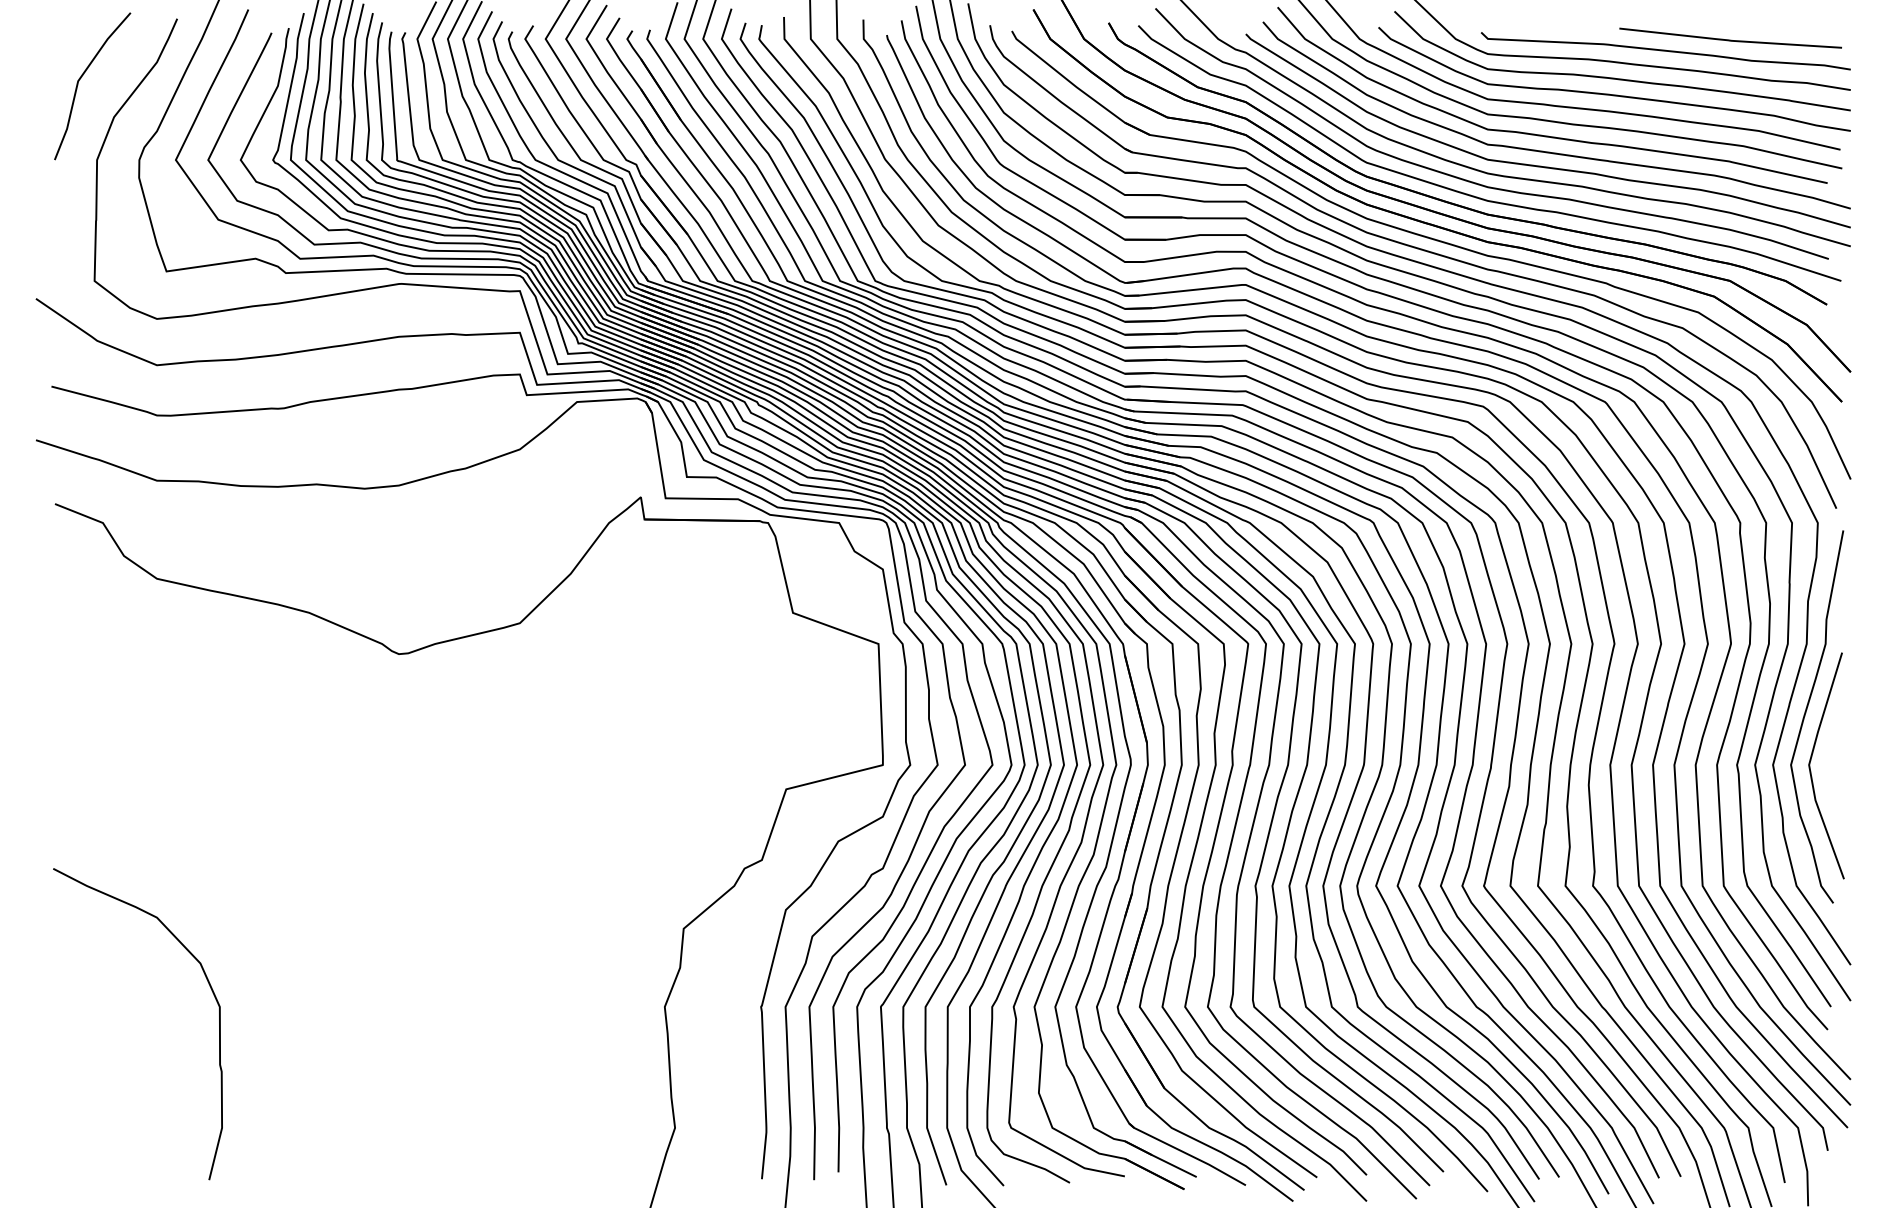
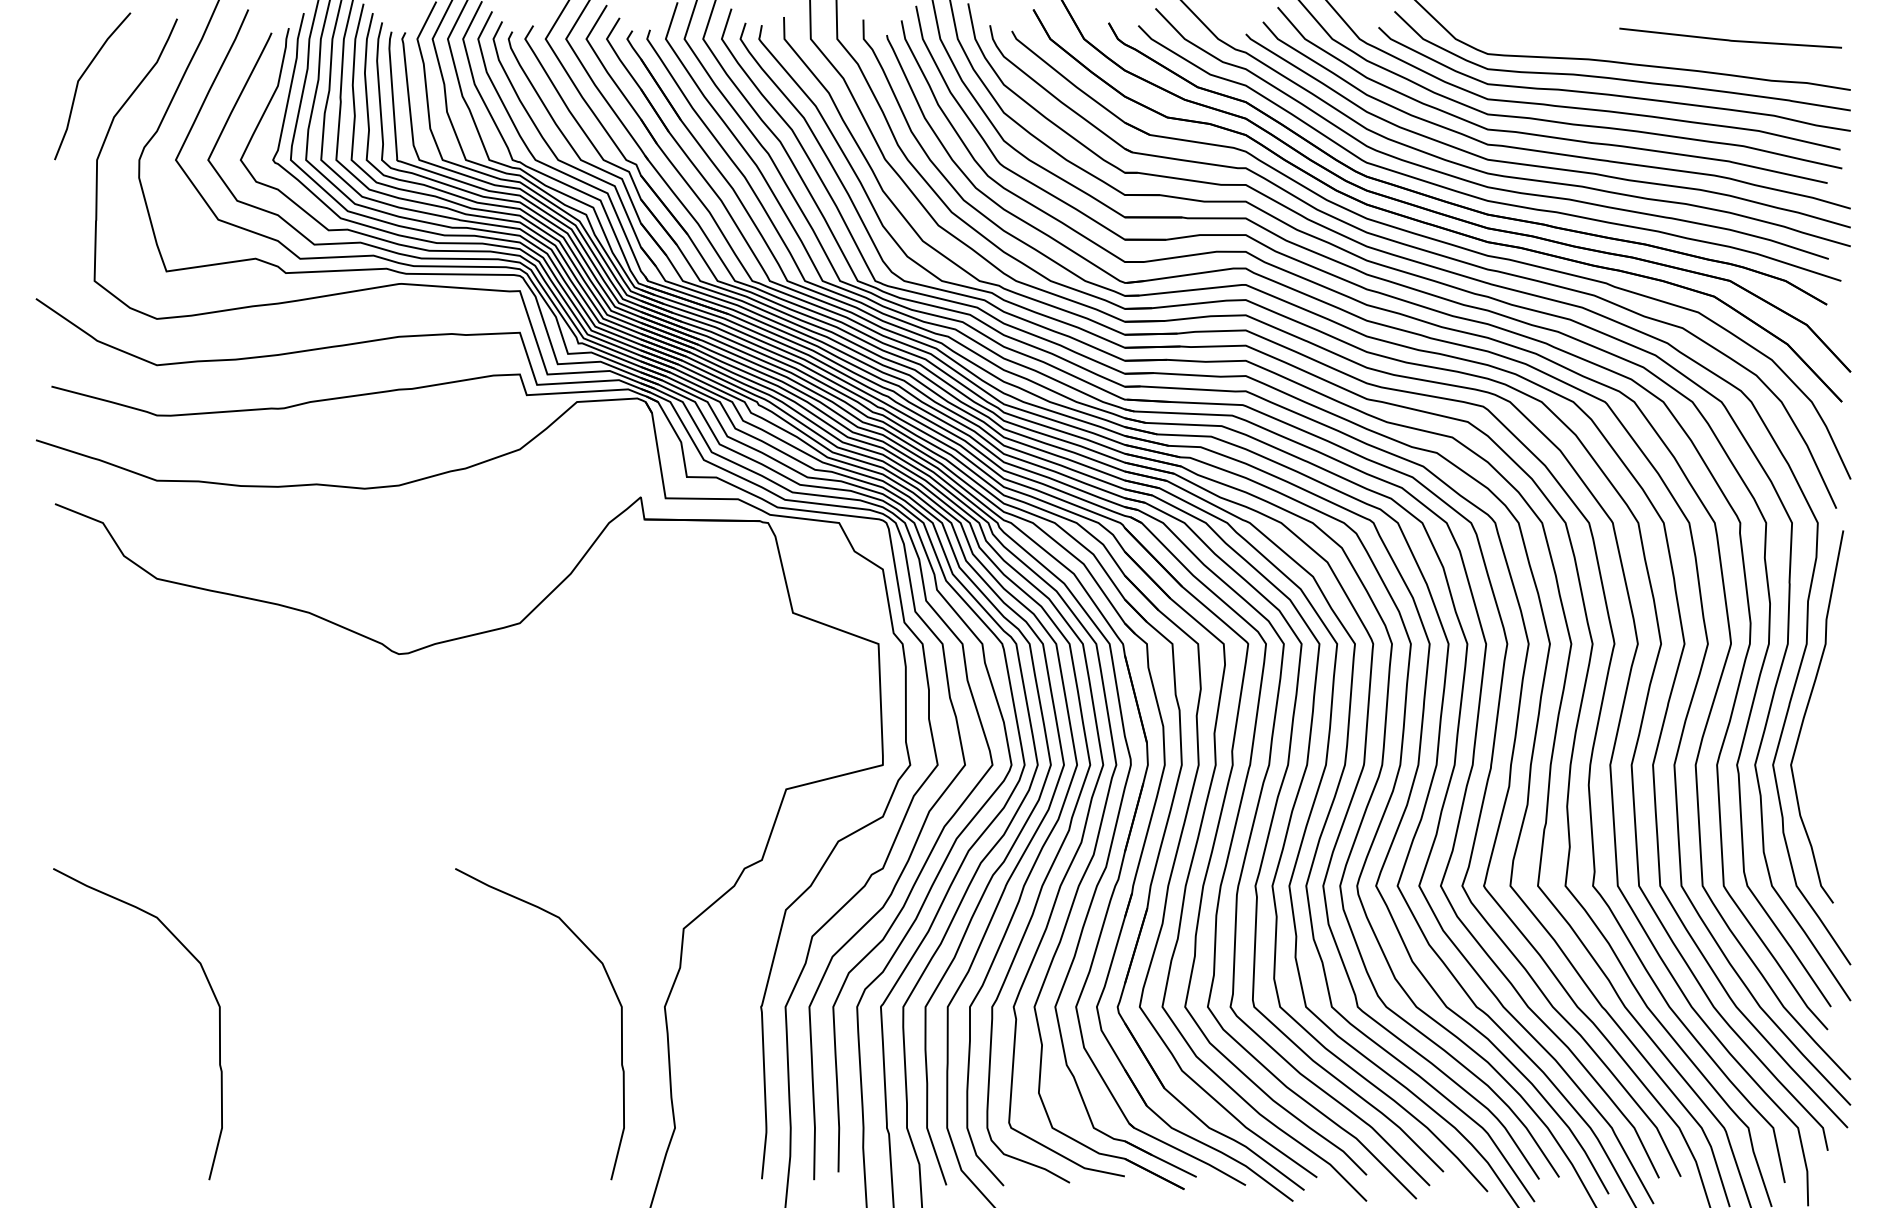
curve at (1665, 51): present -> none
line at (1811, 760): present -> none
curve at (614, 993): none -> present
